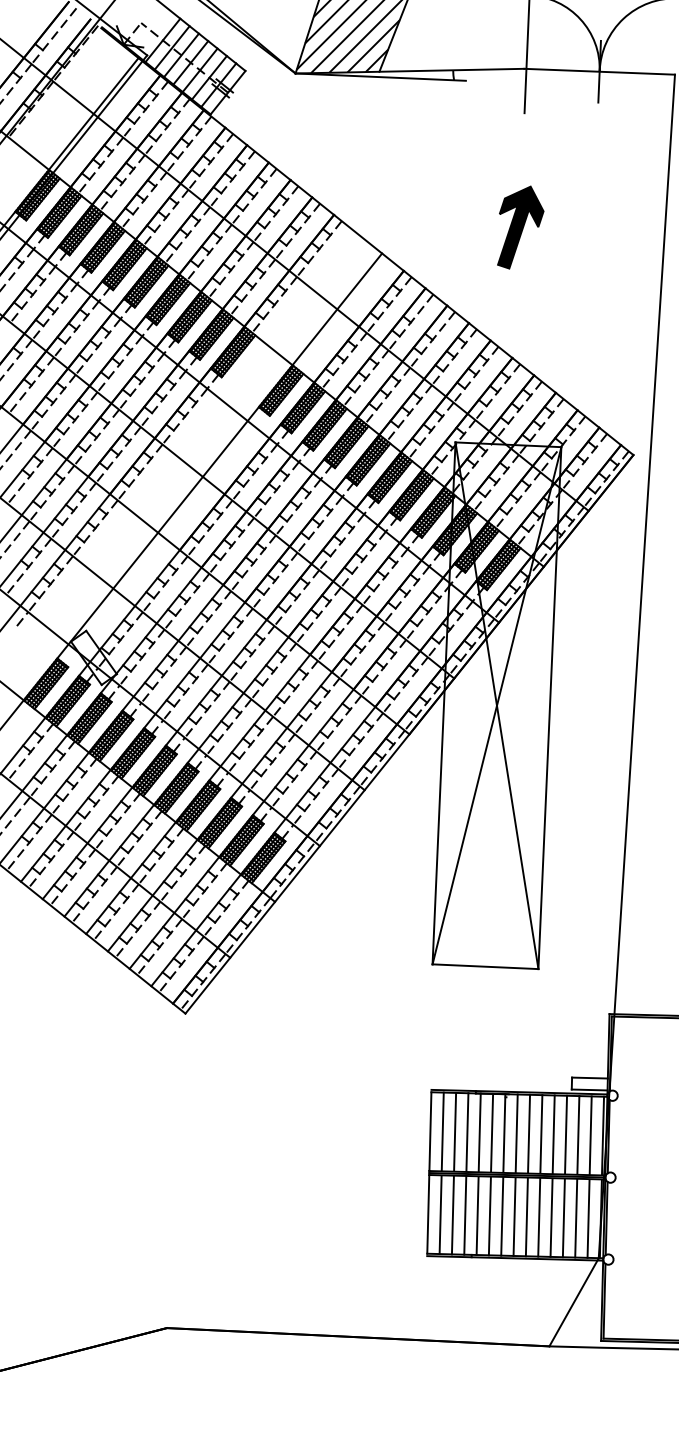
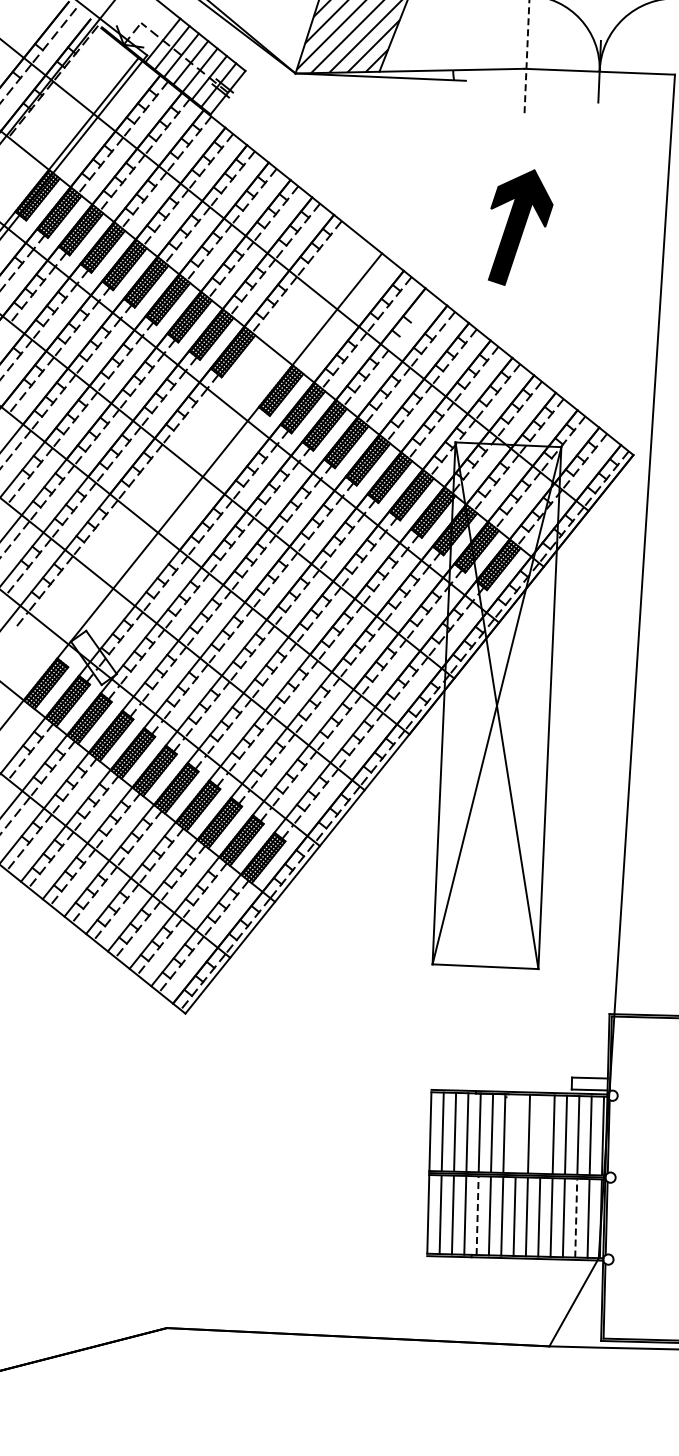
line at (526, 56): solid -> dashed
part at (520, 227) size: 48x85 px -> 66x117 px
line at (410, 322): present -> none
line at (516, 1133): present -> none
line at (541, 1134): present -> none
line at (477, 1216): solid -> dashed
line at (576, 1218): solid -> dashed
